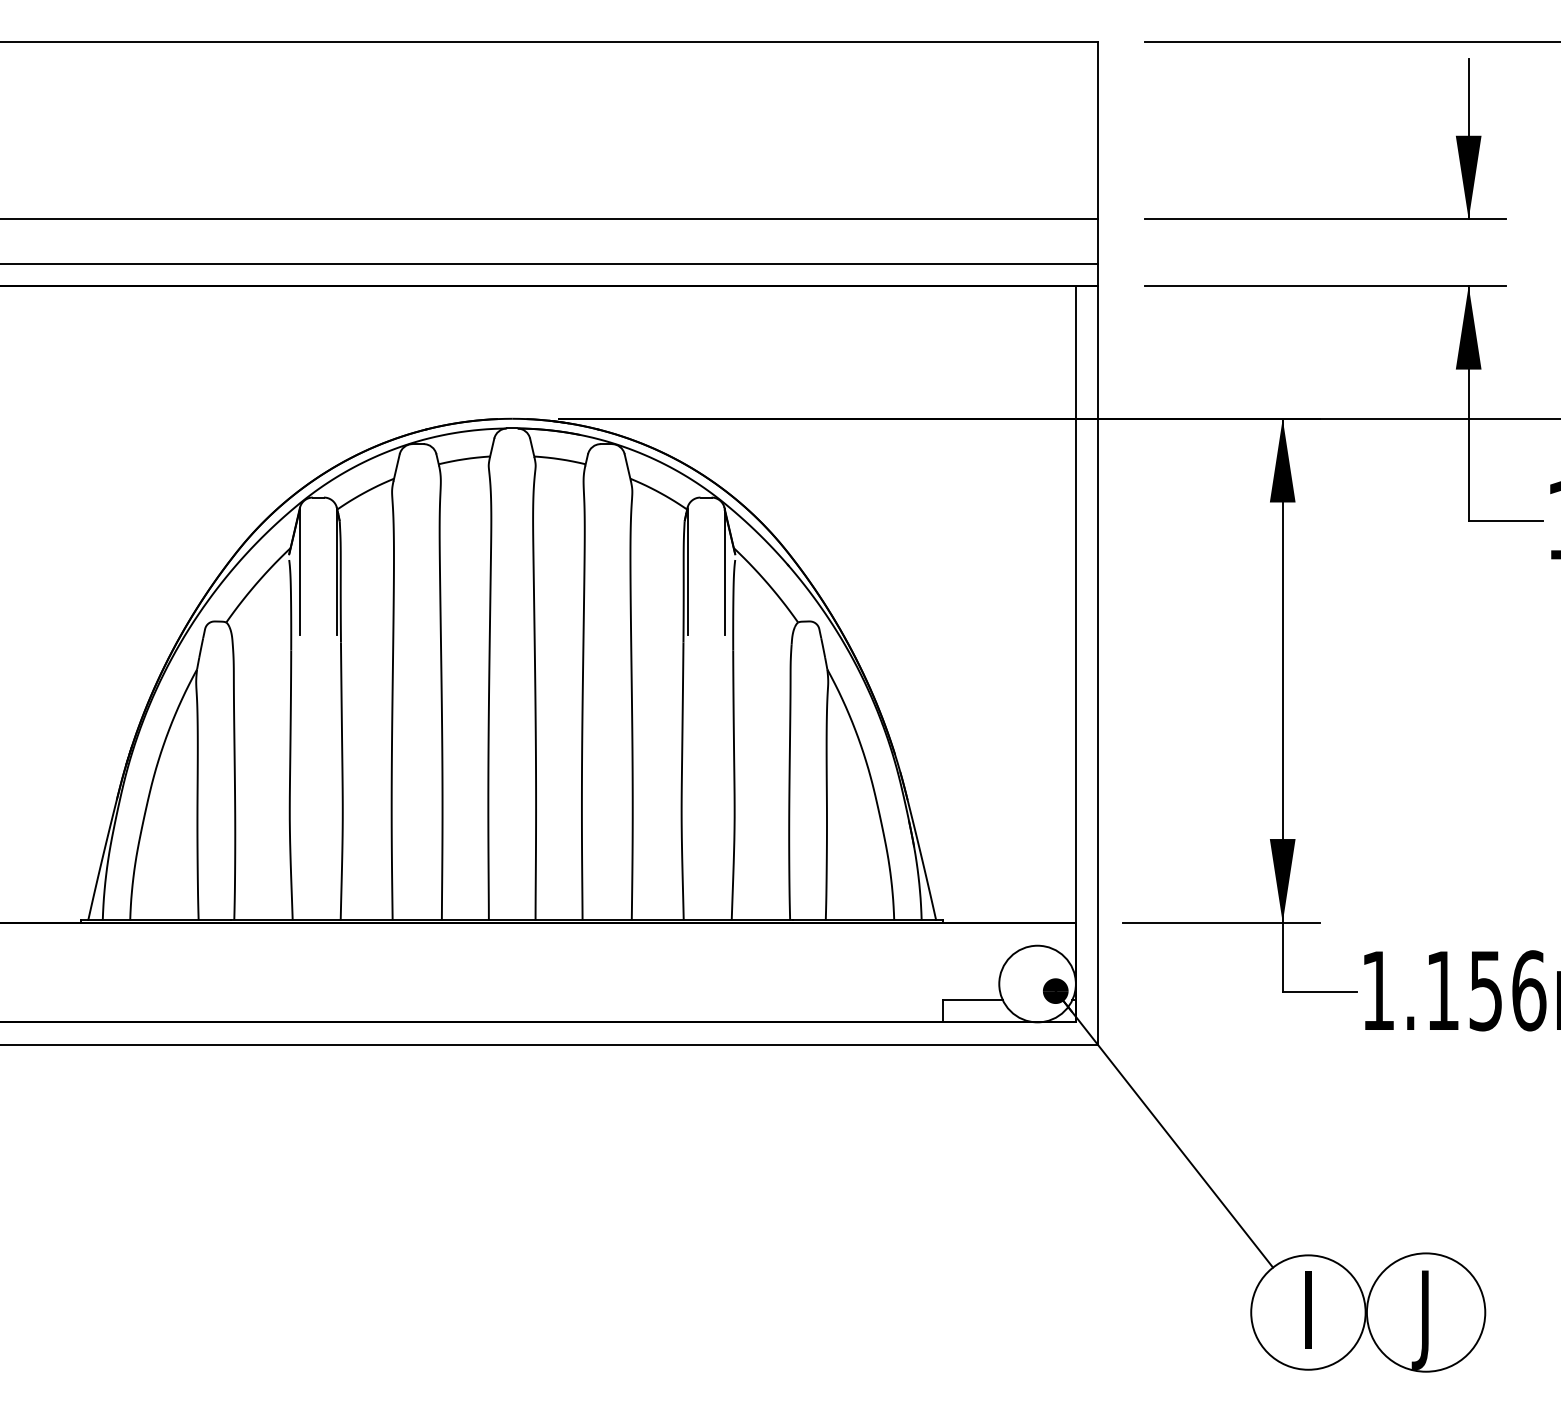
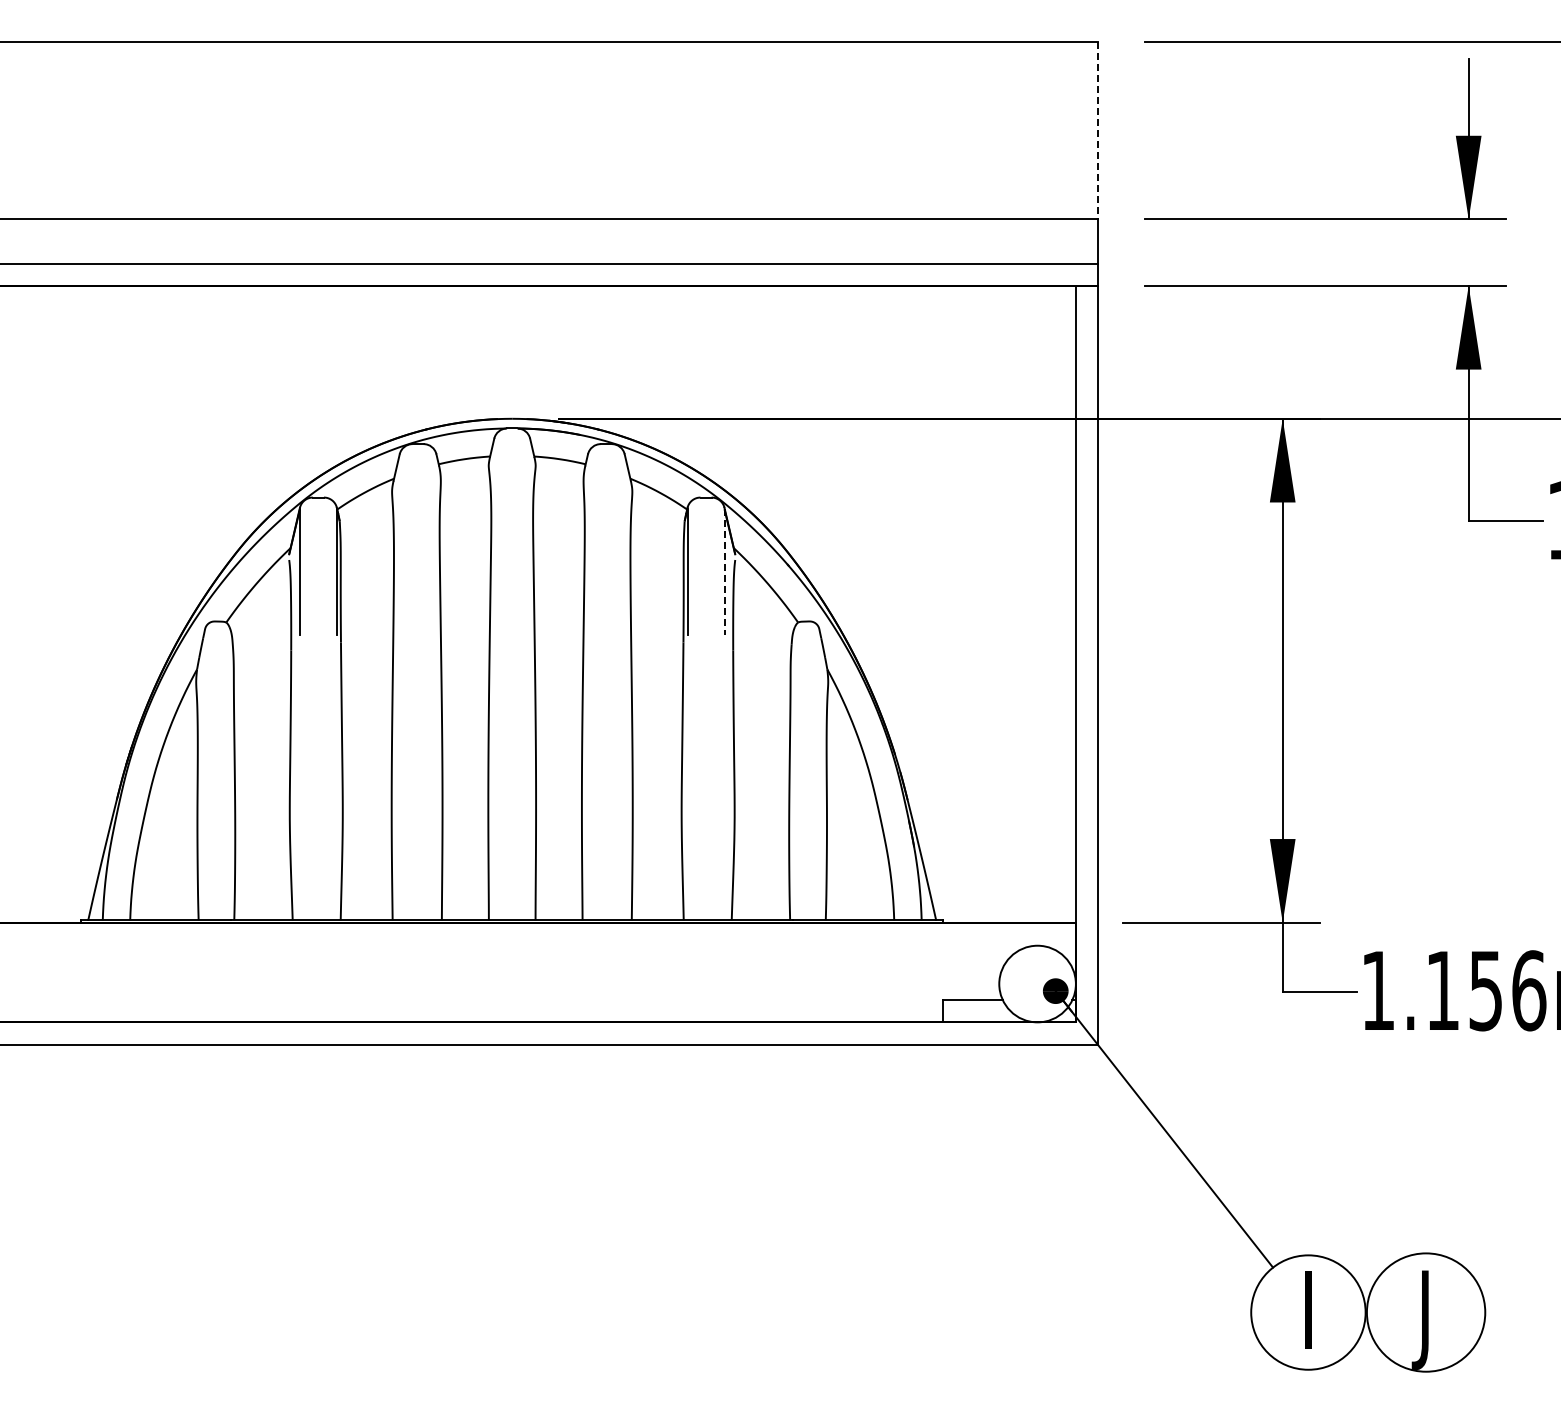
line at (1098, 130): solid -> dashed
line at (724, 572): solid -> dashed
